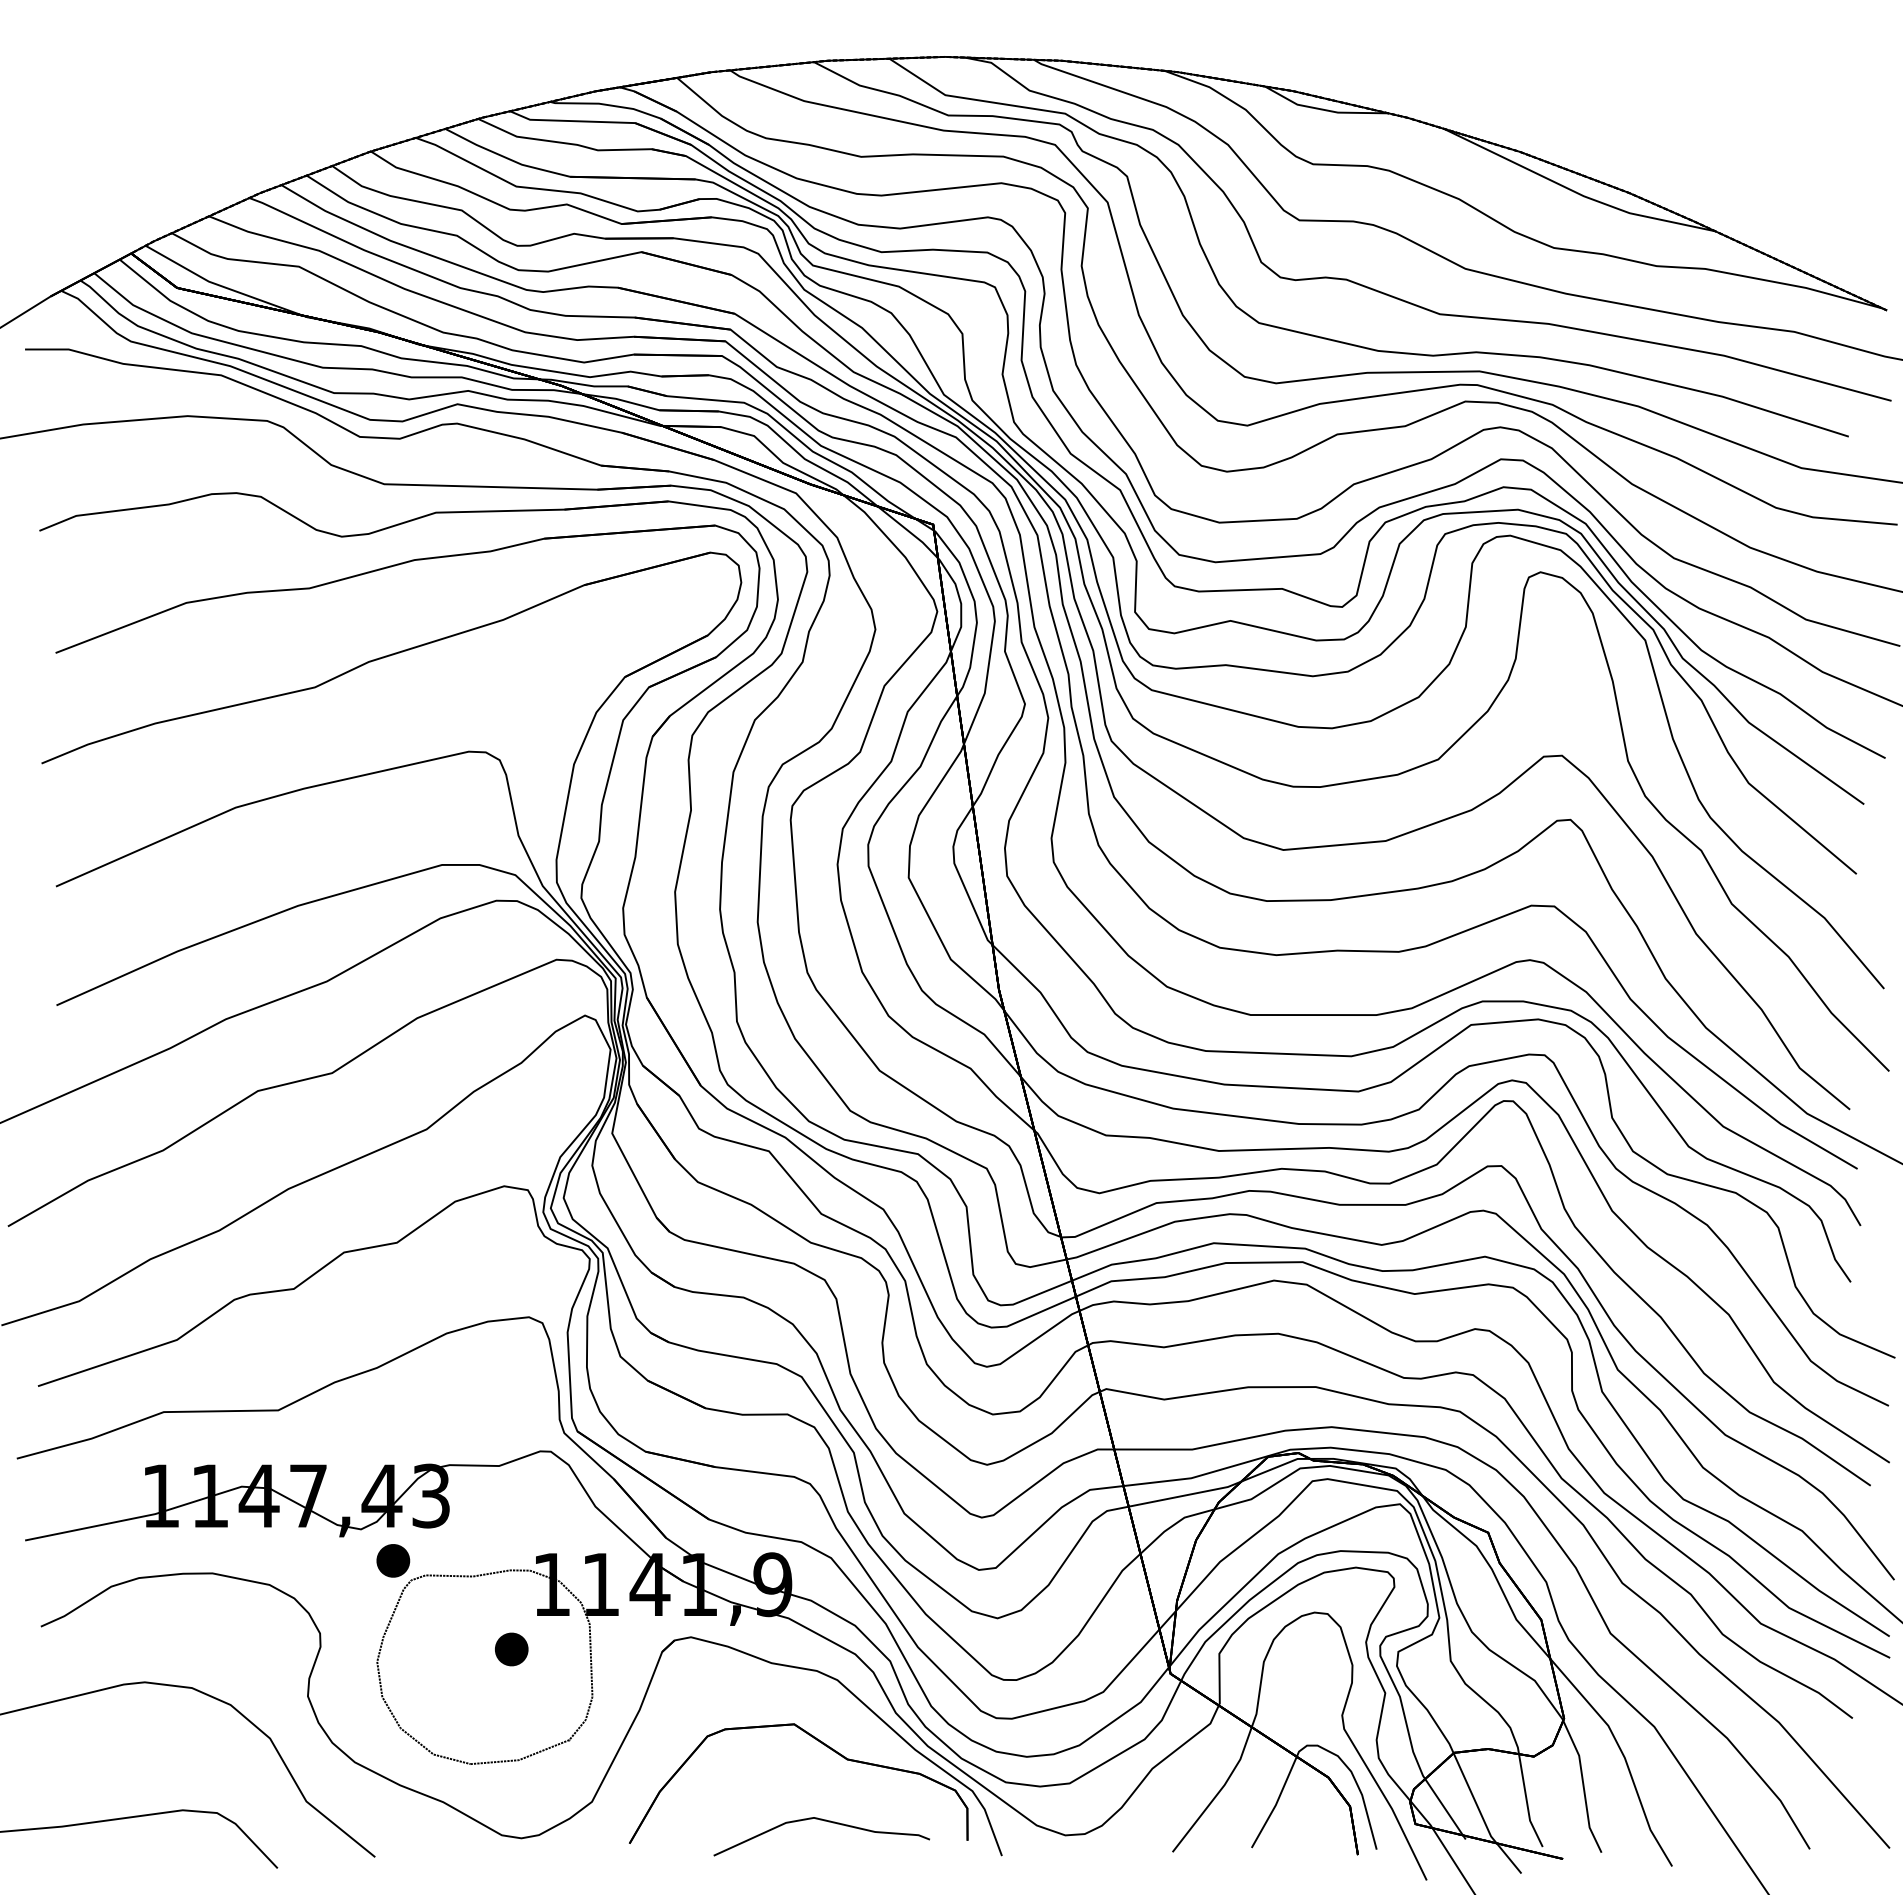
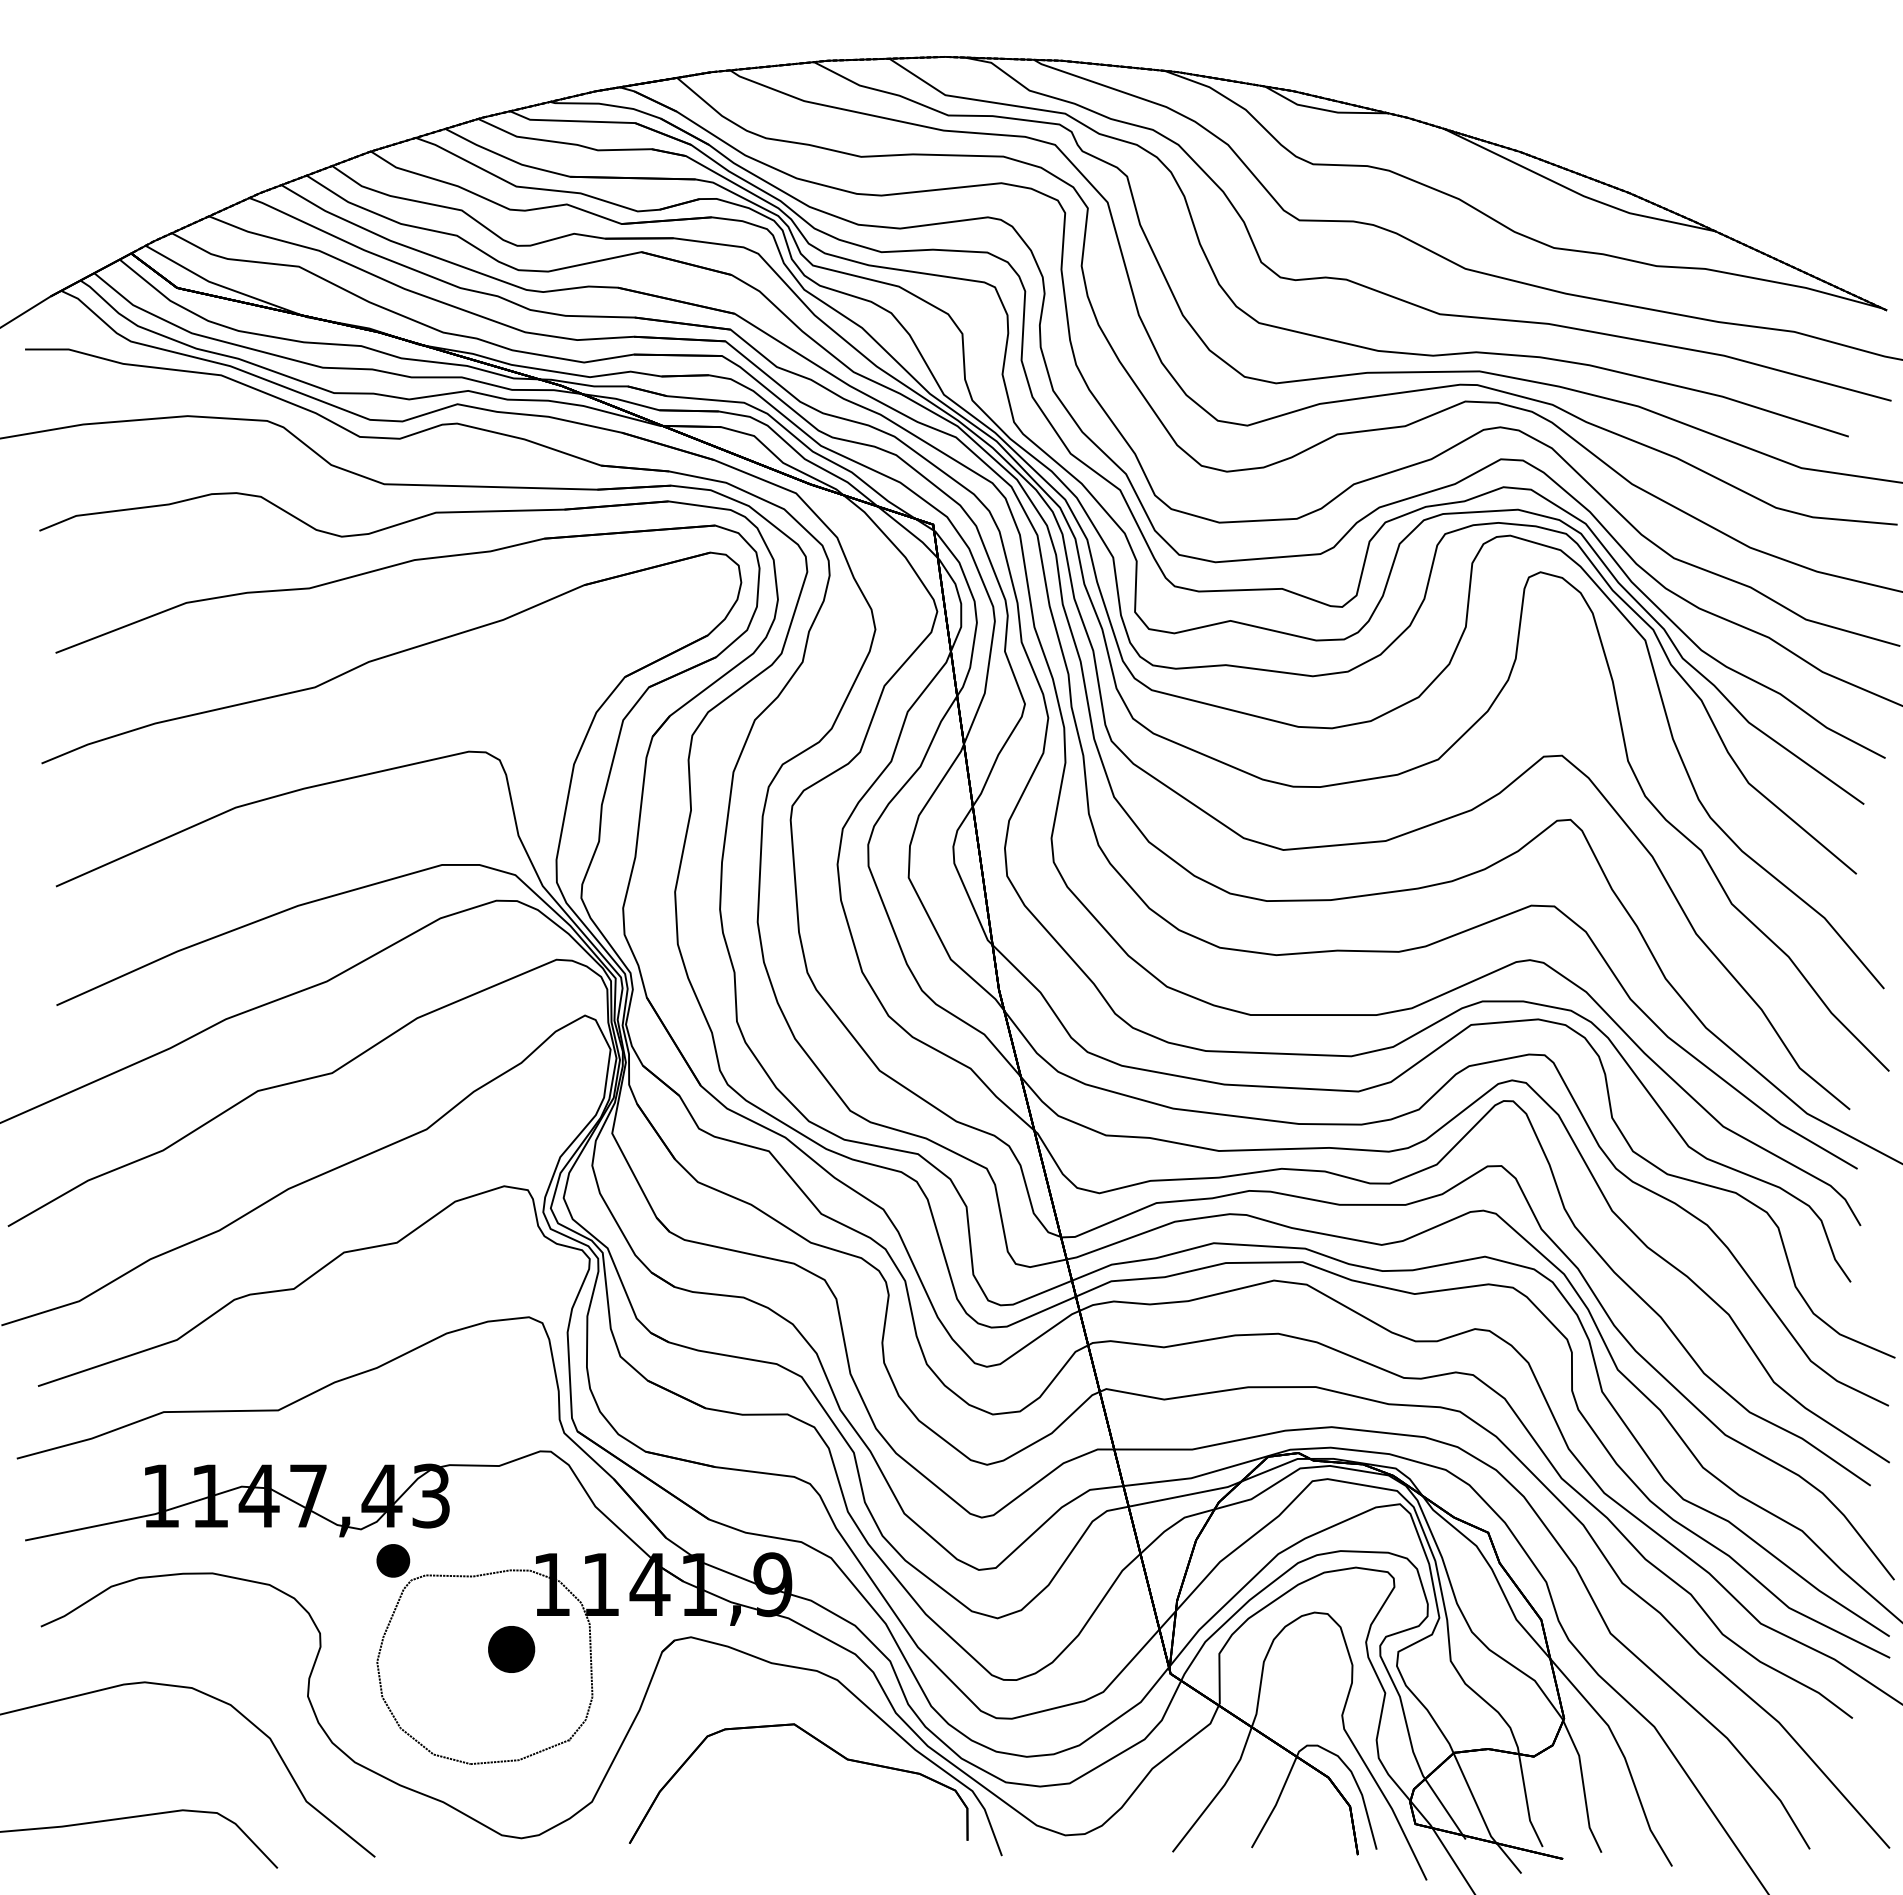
part at (511, 1649) size: 34x35 px -> 48x47 px
curve at (824, 1821): present -> none
